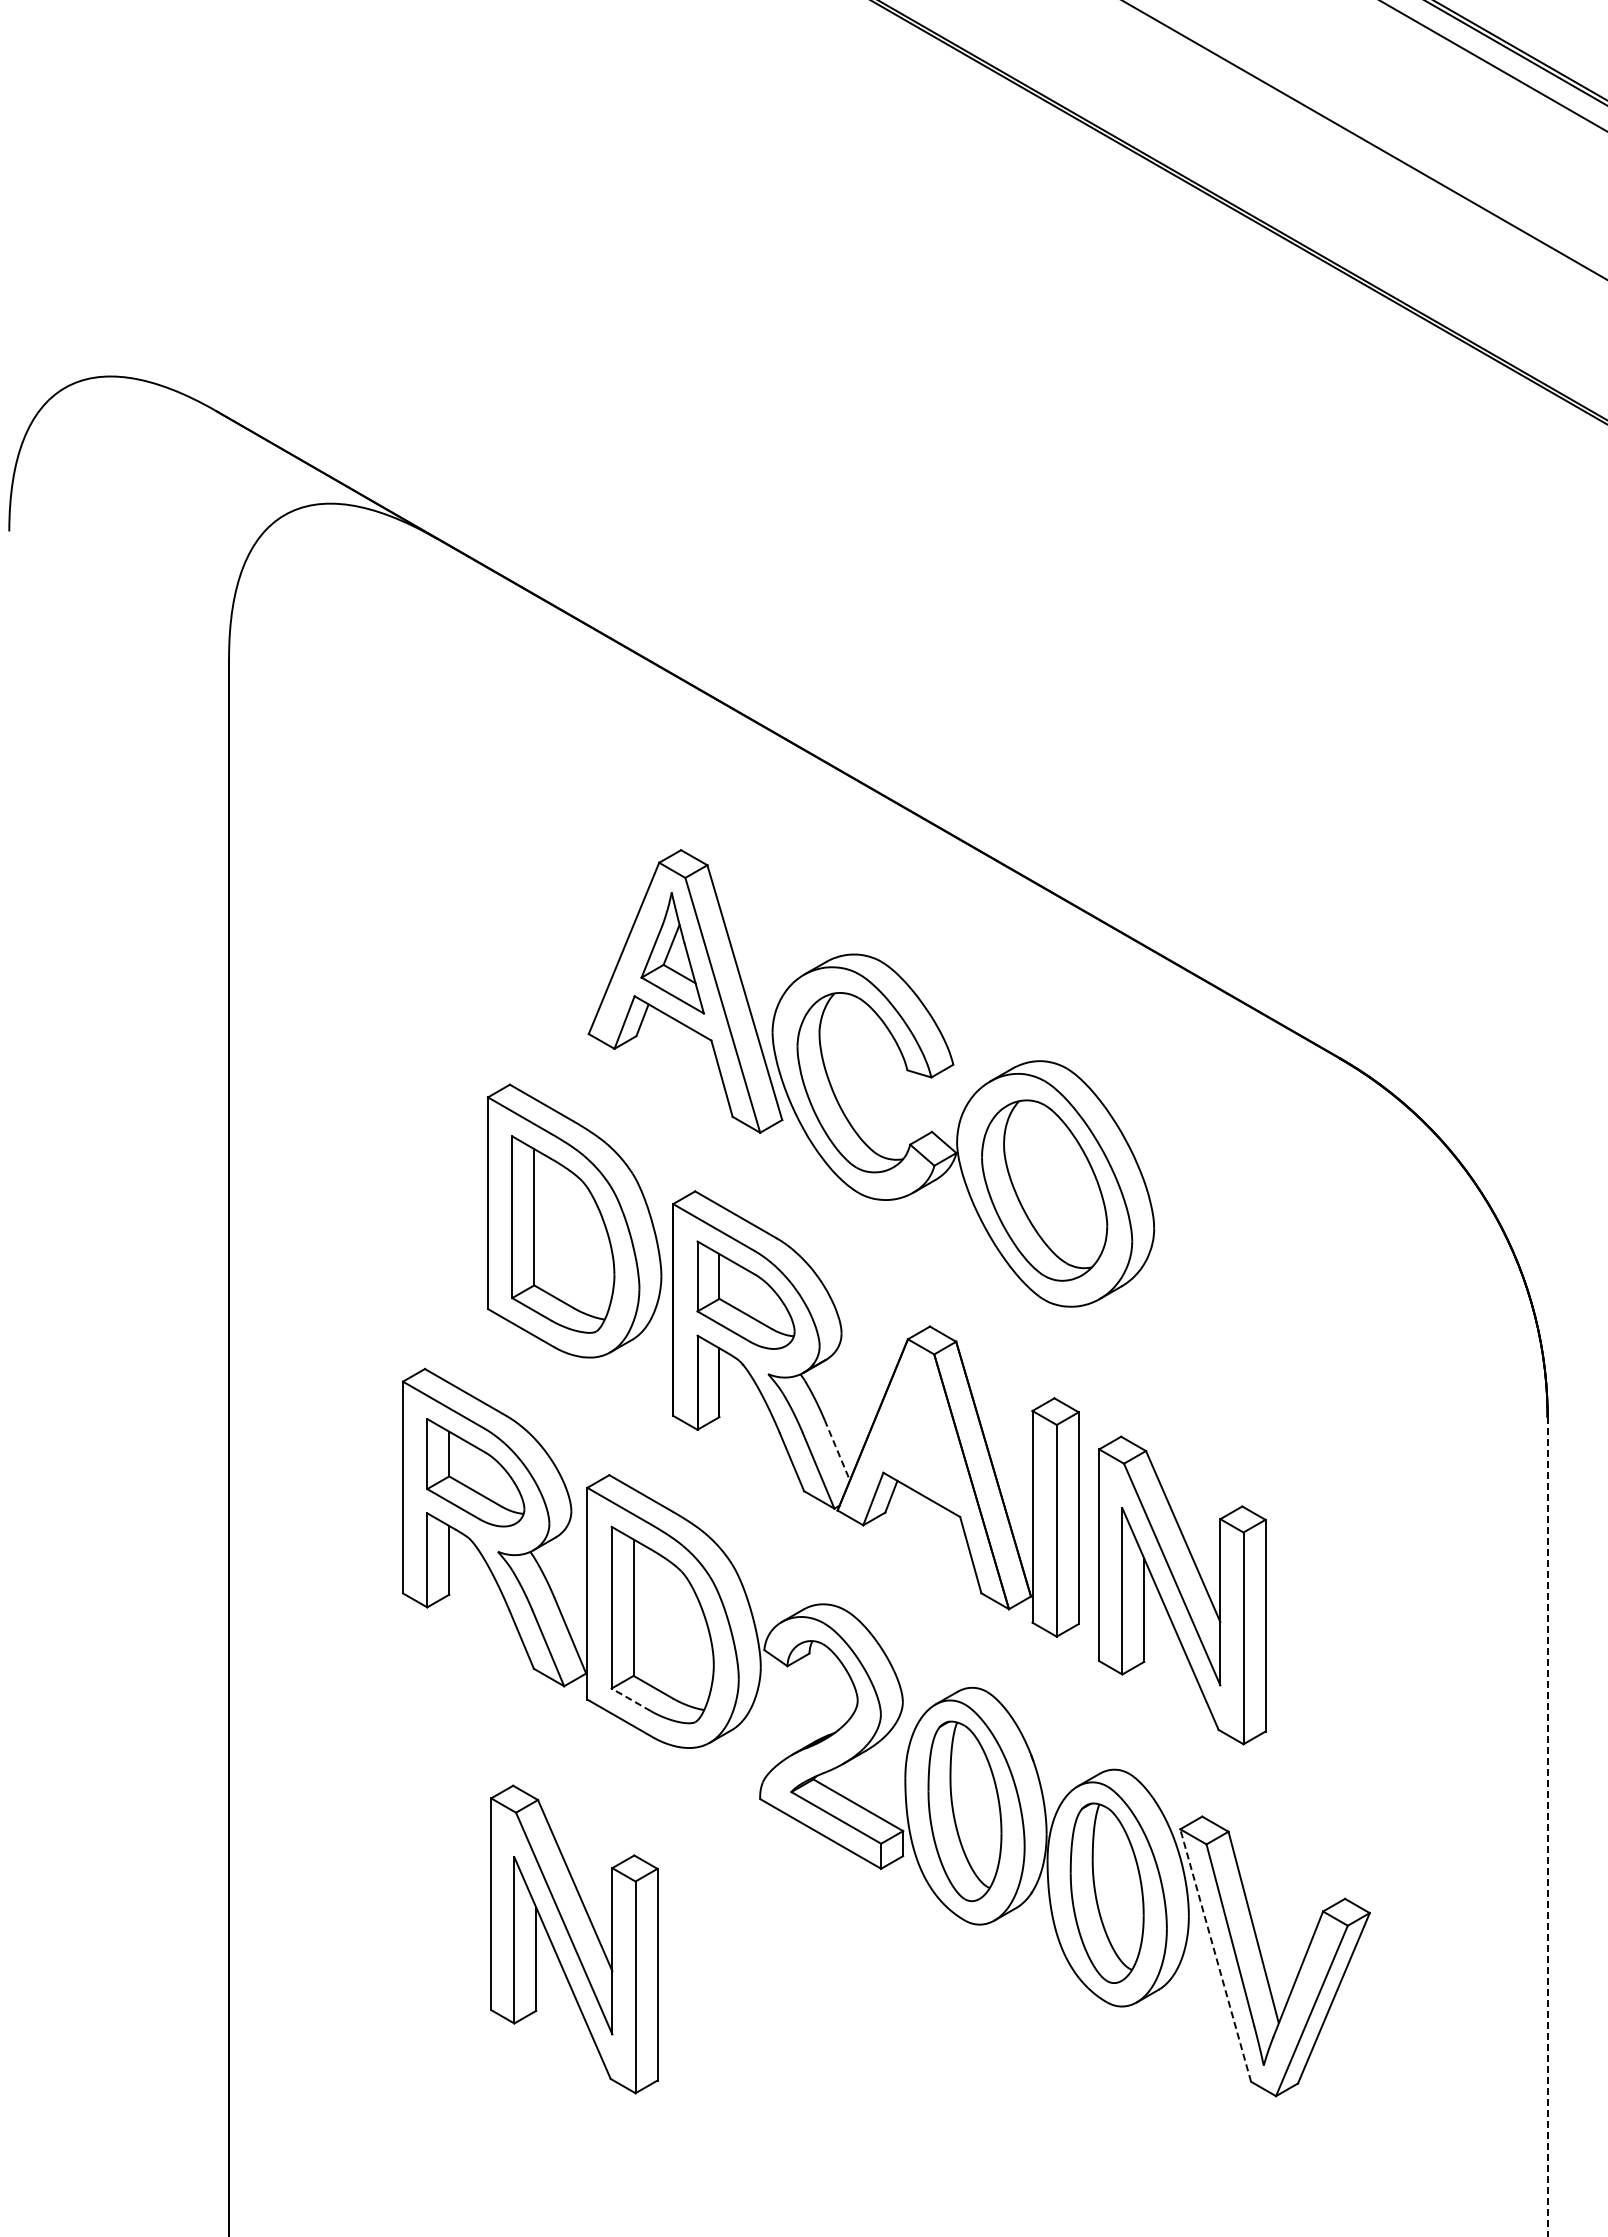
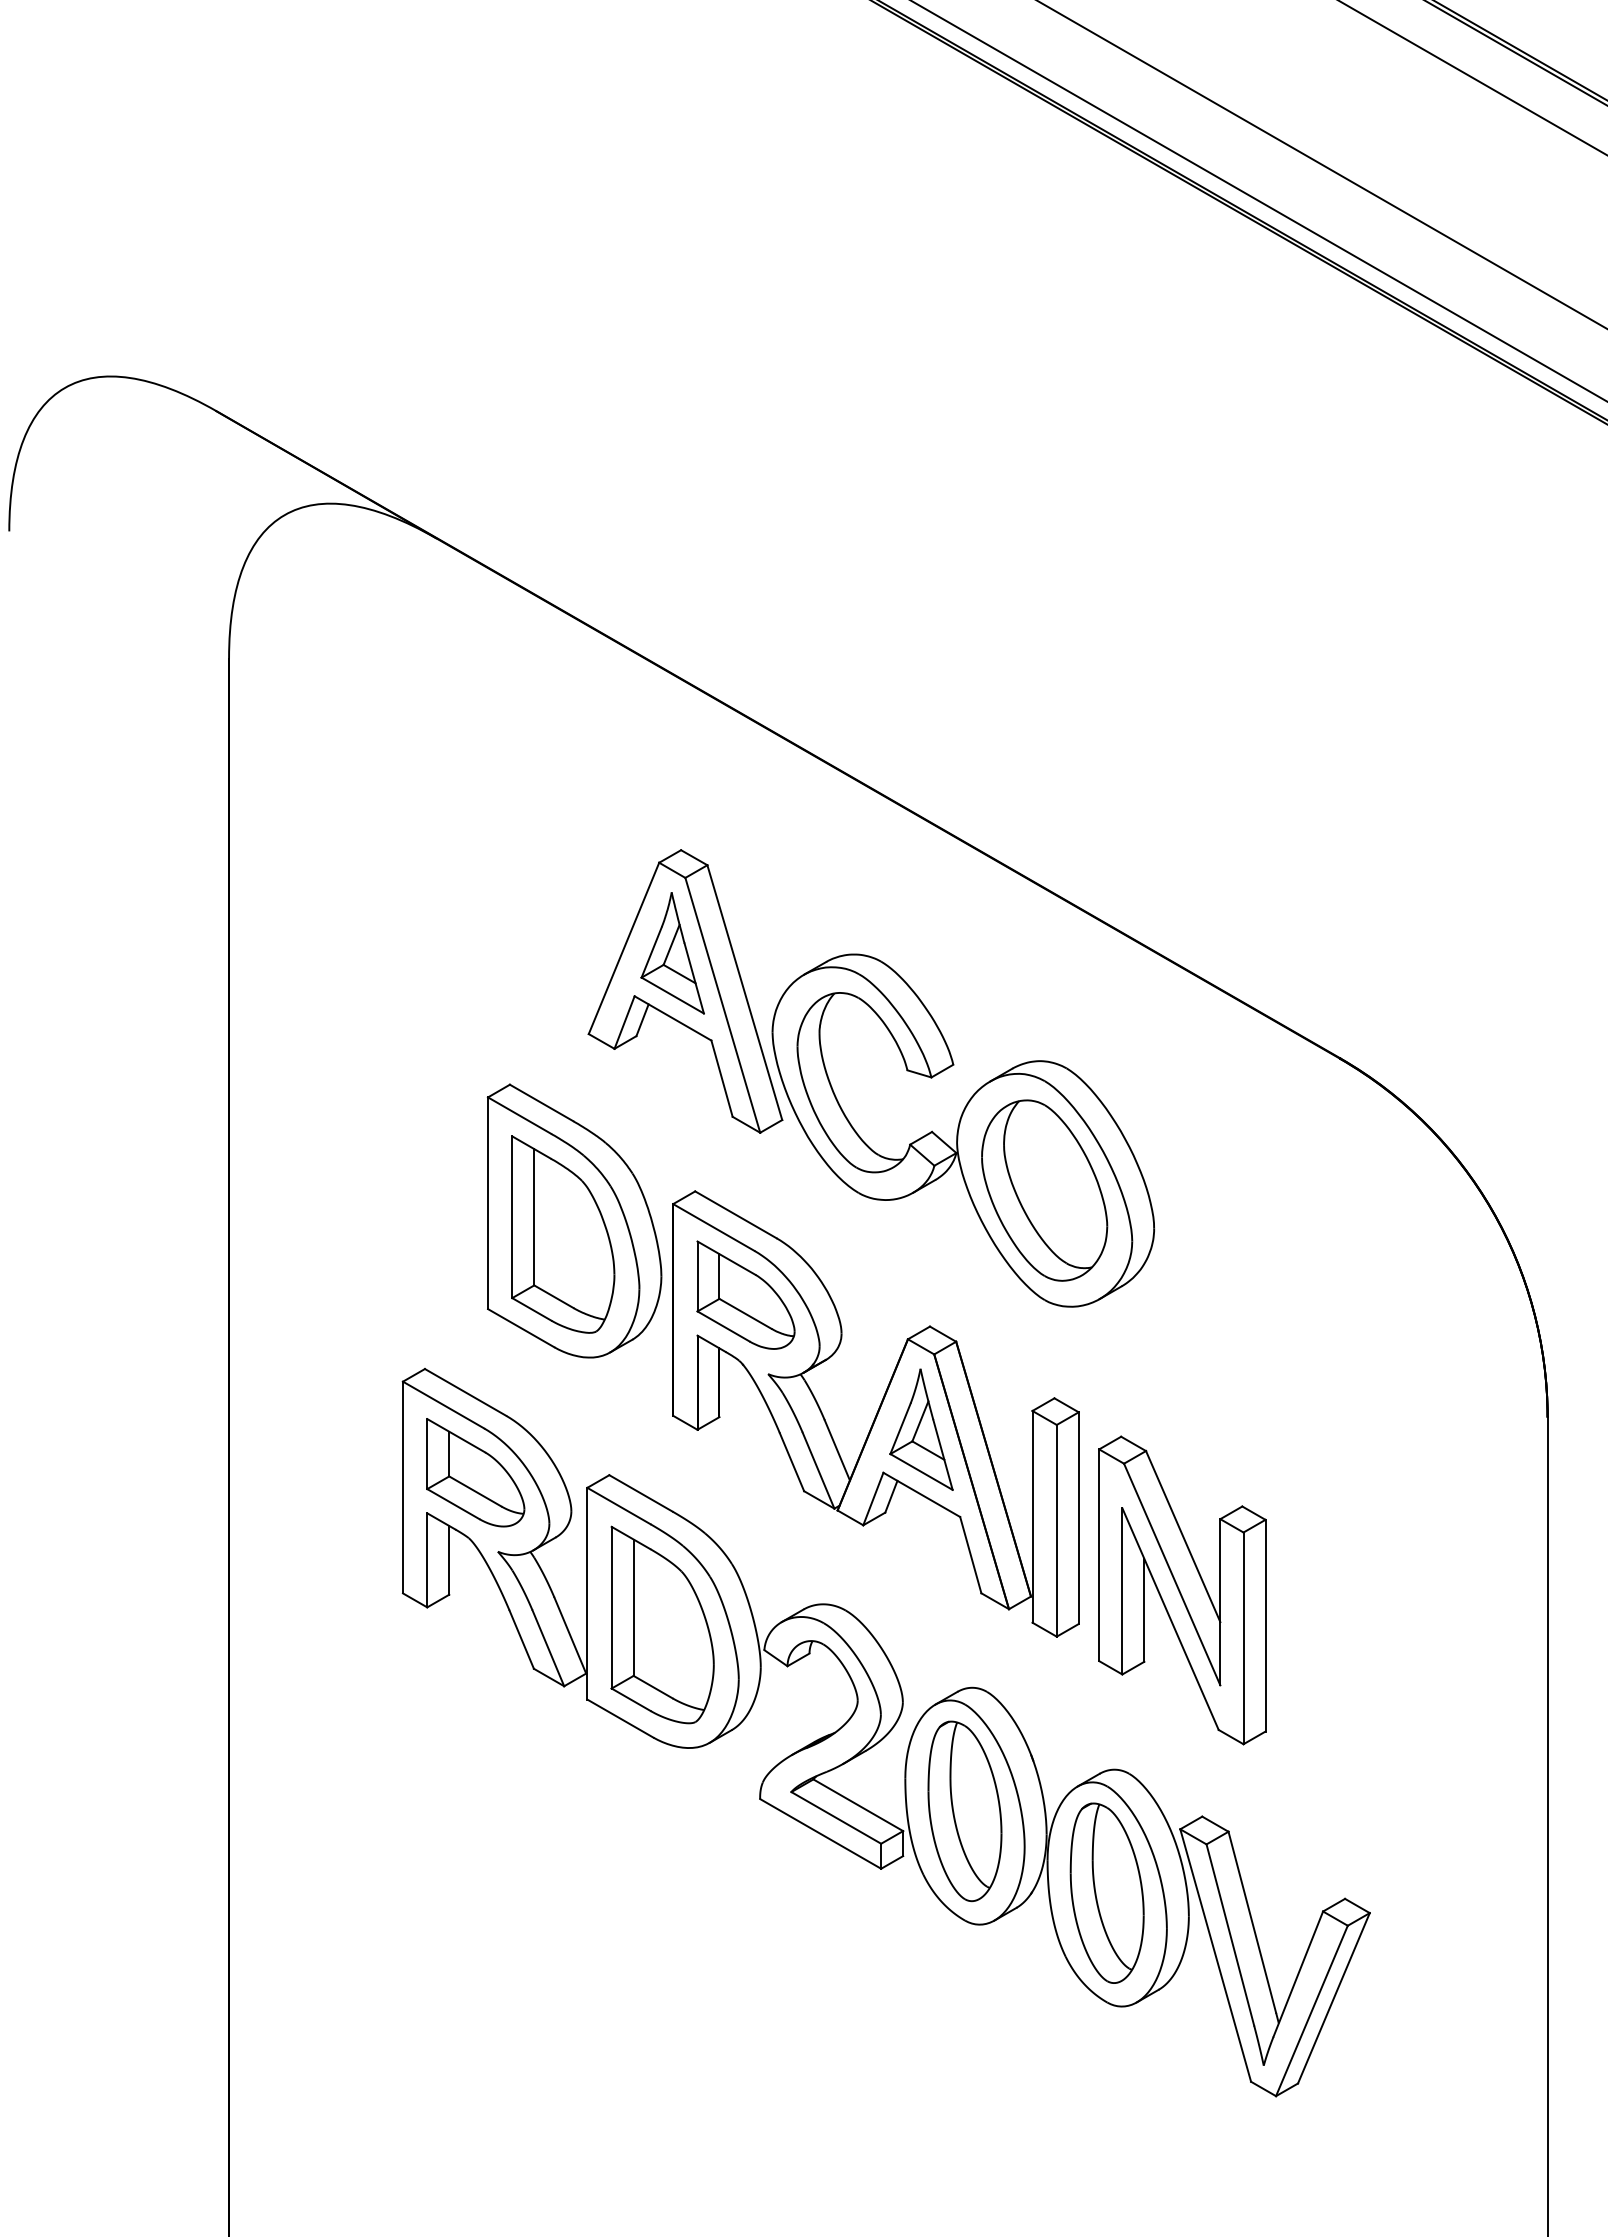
line at (1493, 65) position: (1493, 65) -> (1472, 77)
line at (1364, 140) position: (1364, 140) -> (1321, 164)
line at (1259, 201): none -> present
part at (921, 1429): none -> present
line at (837, 1450): dashed -> solid
line at (631, 1699): dashed -> solid
line at (1547, 1827): dashed -> solid
part at (574, 1939): present -> none
line at (1215, 1955): dashed -> solid
